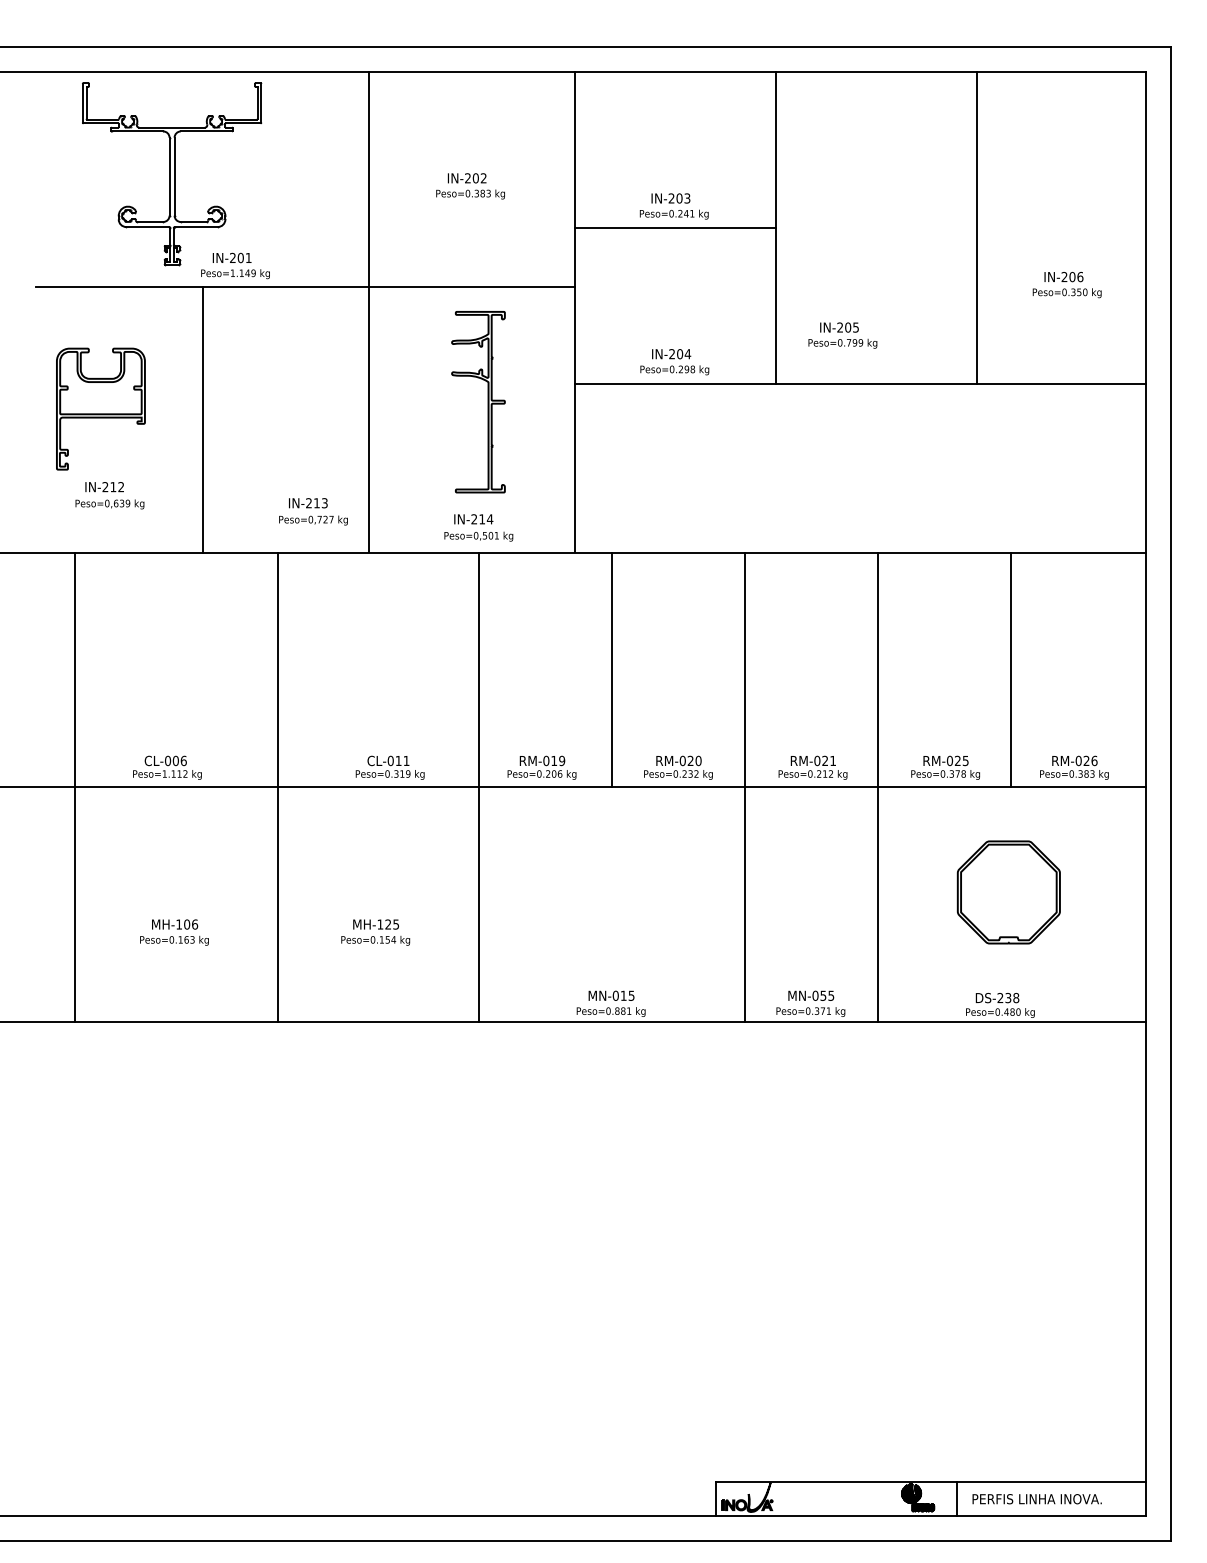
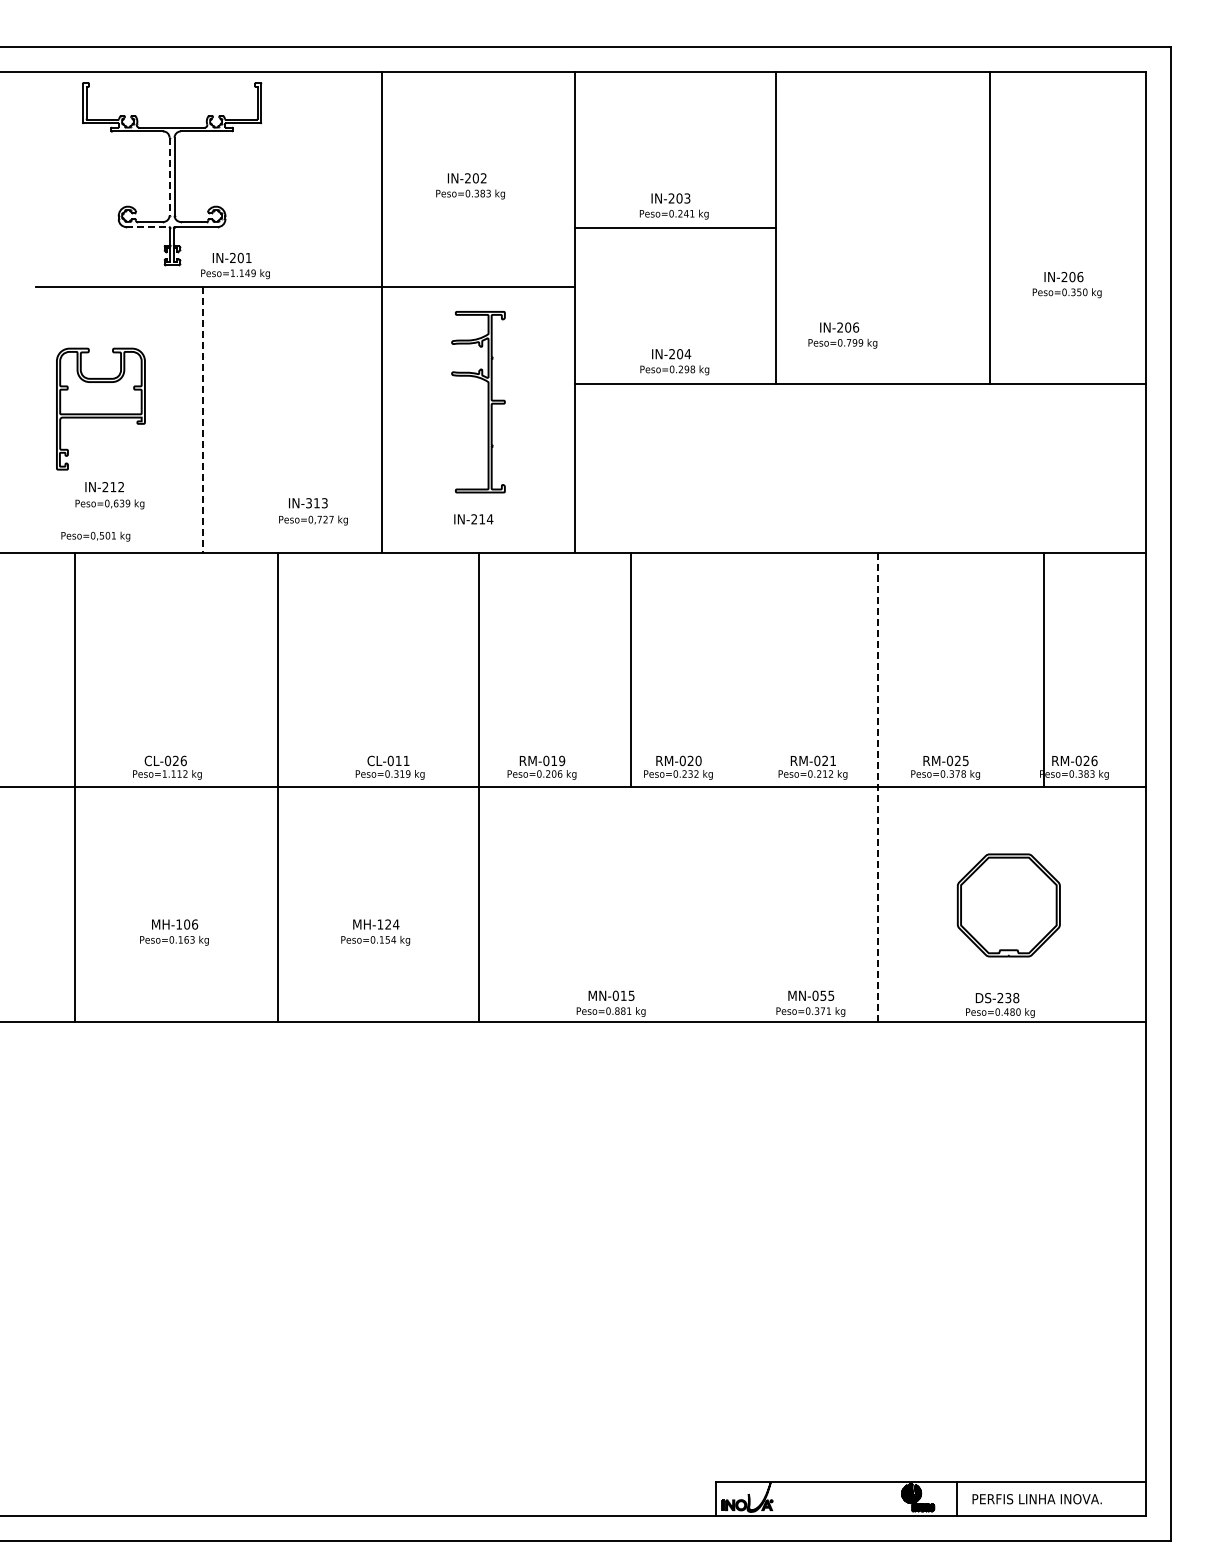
line at (169, 176): solid -> dashed
line at (148, 227): solid -> dashed
line at (977, 227) position: (977, 227) -> (990, 227)
line at (368, 312) position: (368, 312) -> (381, 312)
text at (856, 327): IN-205 -> IN-206
line at (202, 420): solid -> dashed
text at (308, 503): IN-213 -> IN-313
text at (478, 536) position: (478, 536) -> (95, 536)
line at (612, 669) position: (612, 669) -> (631, 669)
line at (1010, 669) position: (1010, 669) -> (1043, 669)
text at (175, 760): CL-006 -> CL-026
line at (745, 787): present -> none
line at (877, 788): solid -> dashed
part at (1008, 892) position: (1008, 892) -> (1008, 905)
text at (396, 924): MH-125 -> MH-124
